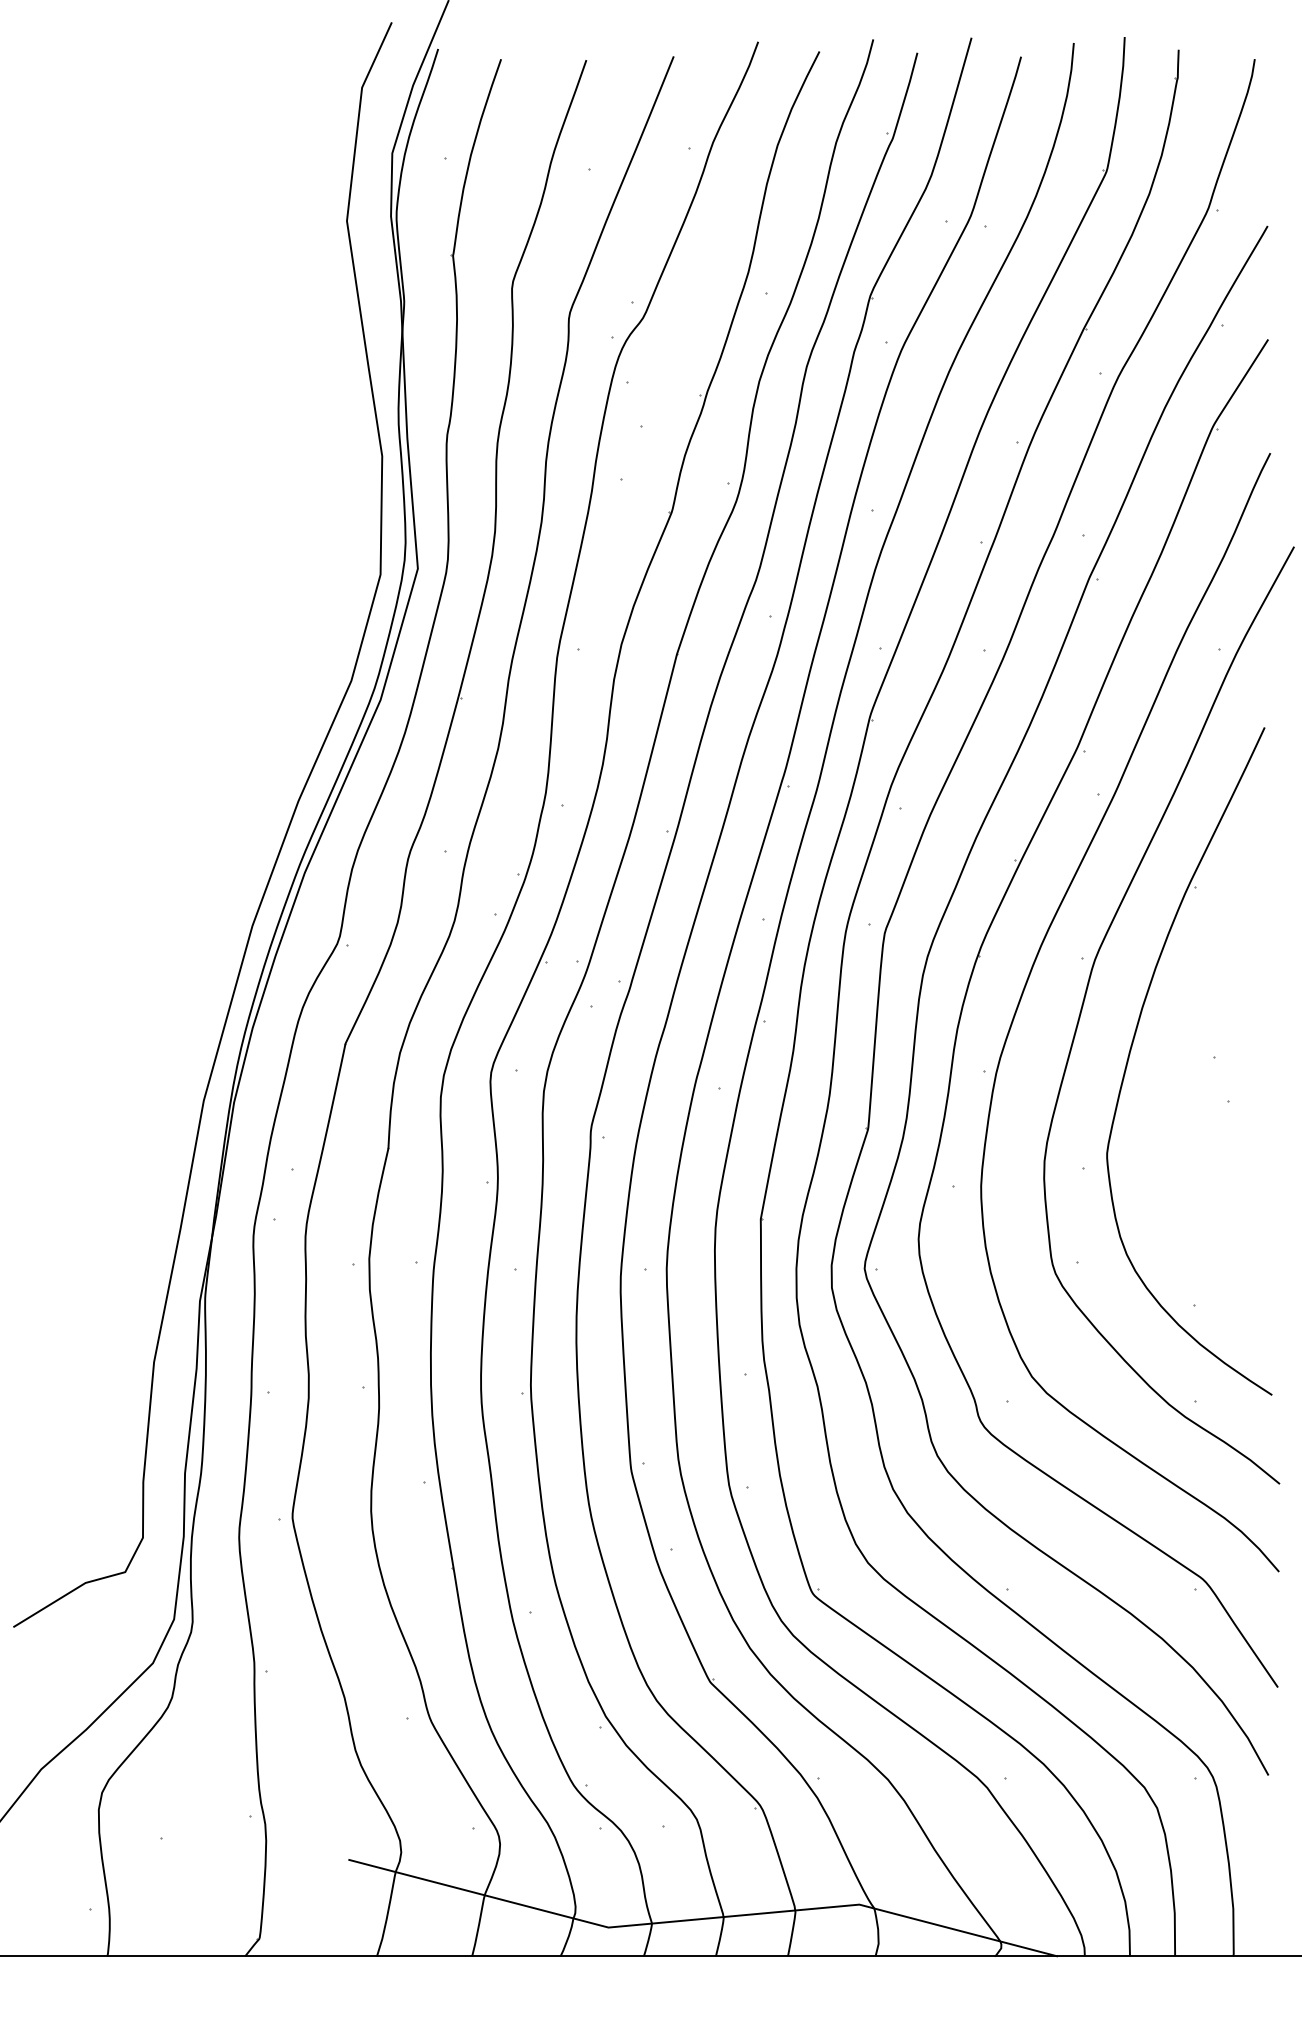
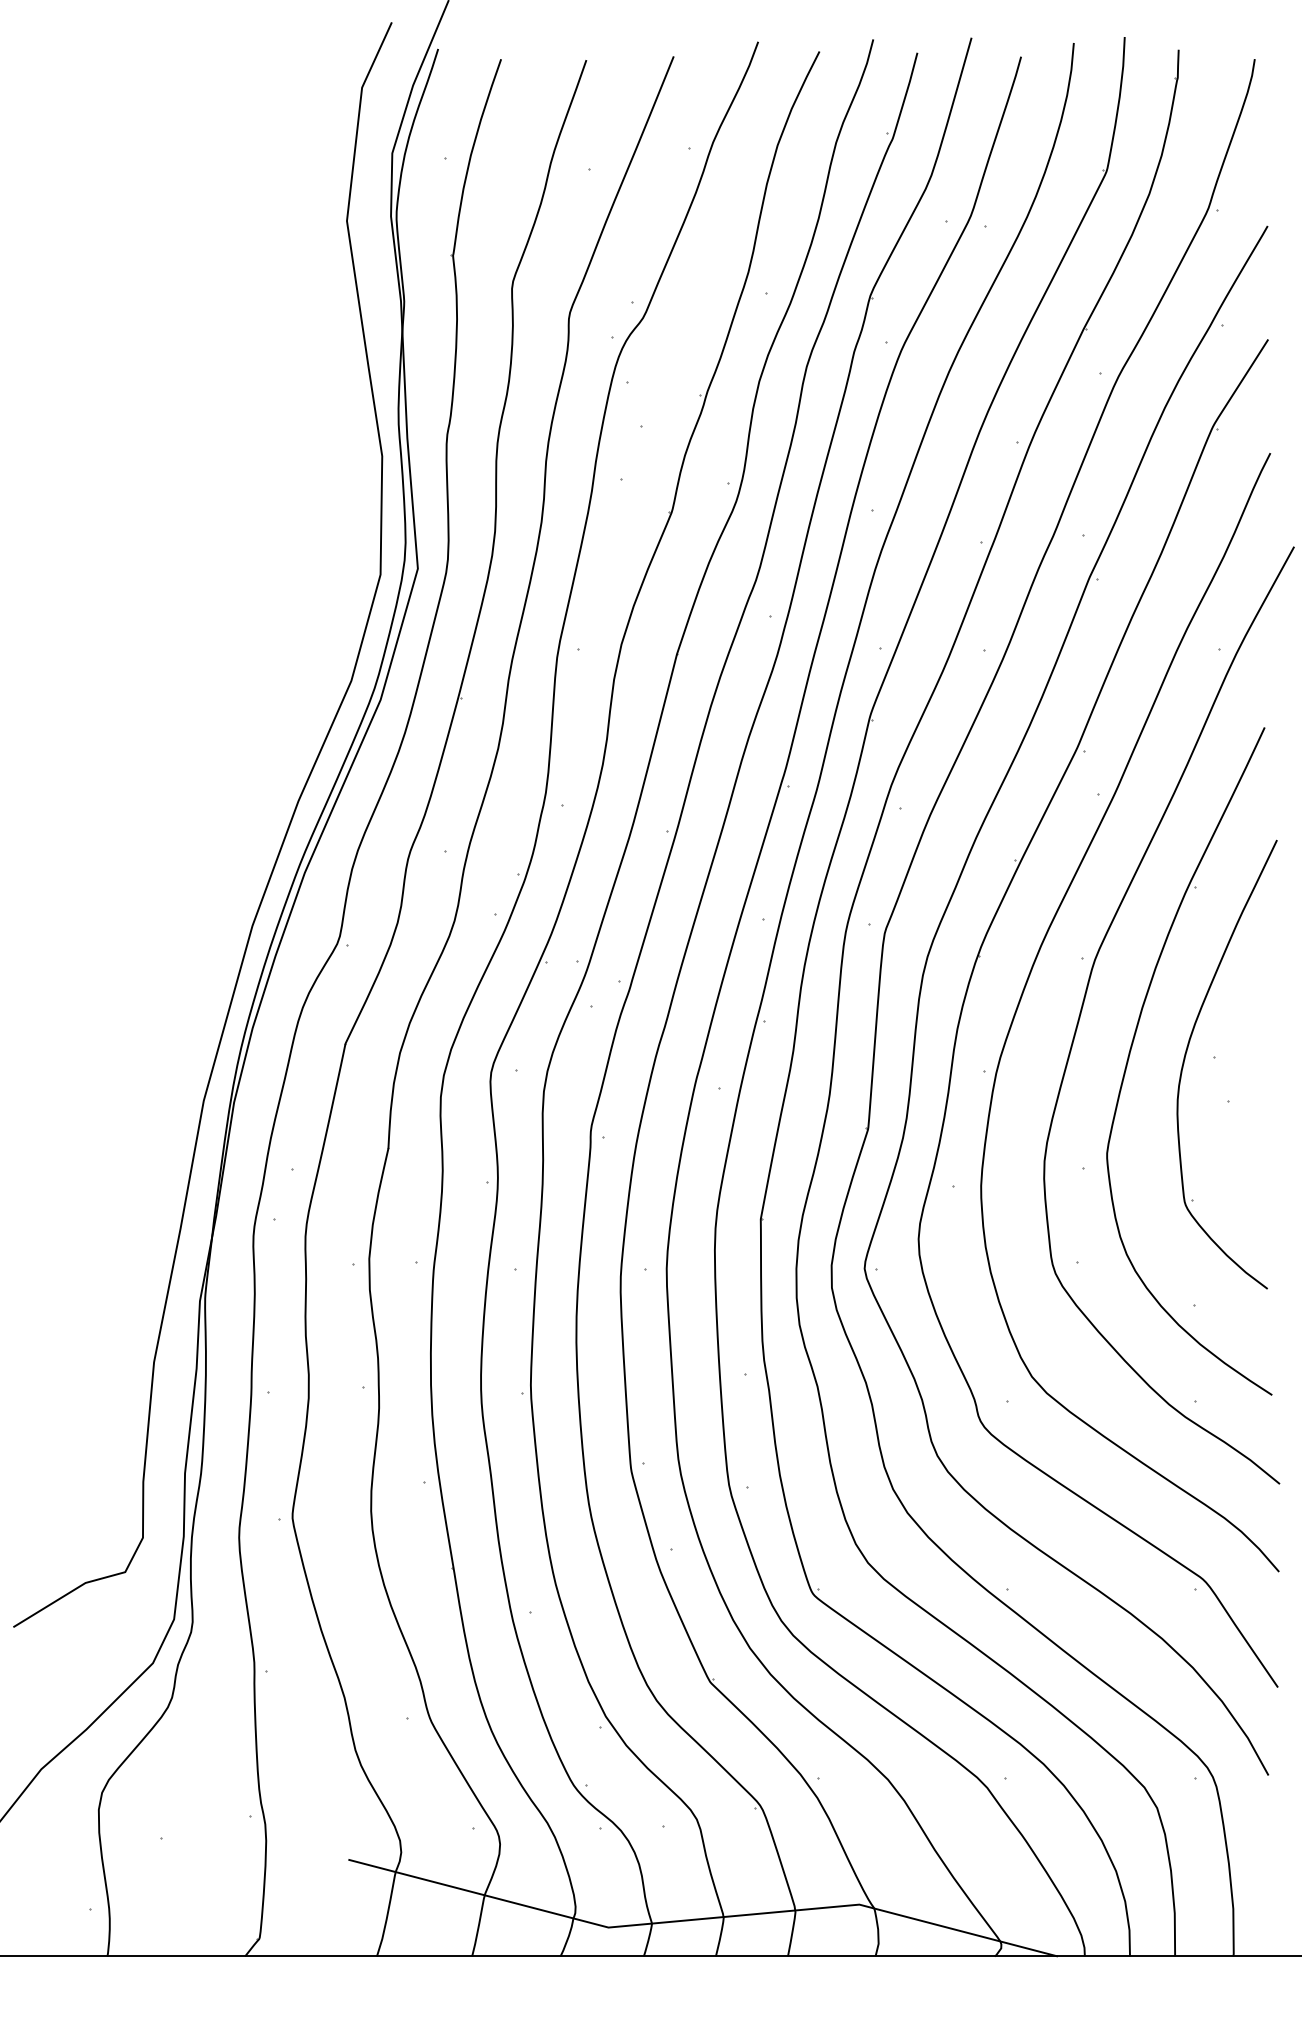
part at (1186, 1055): none -> present
